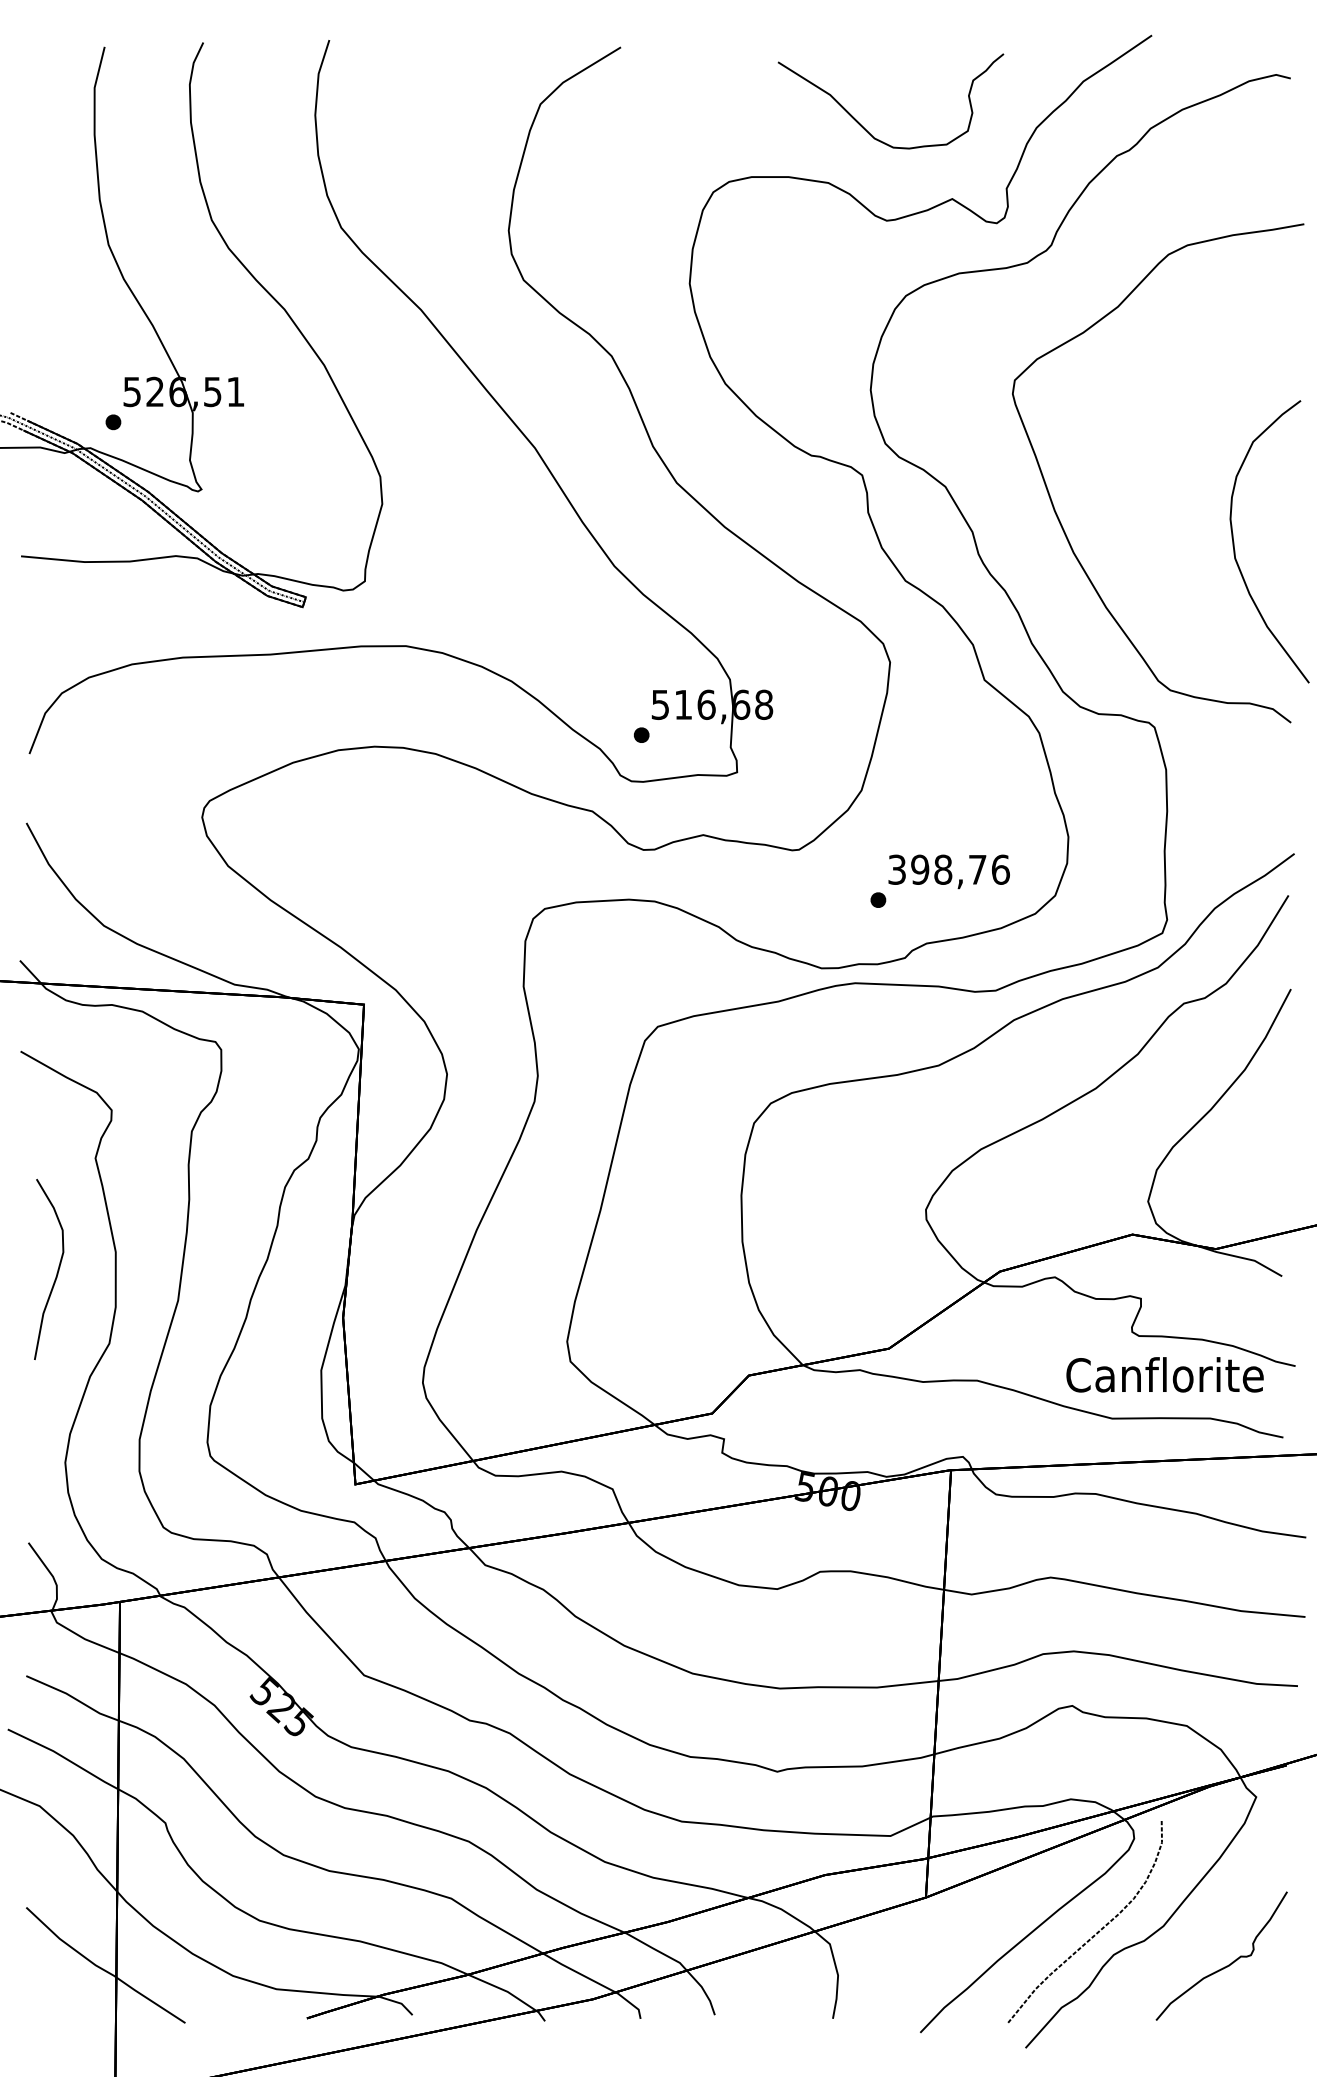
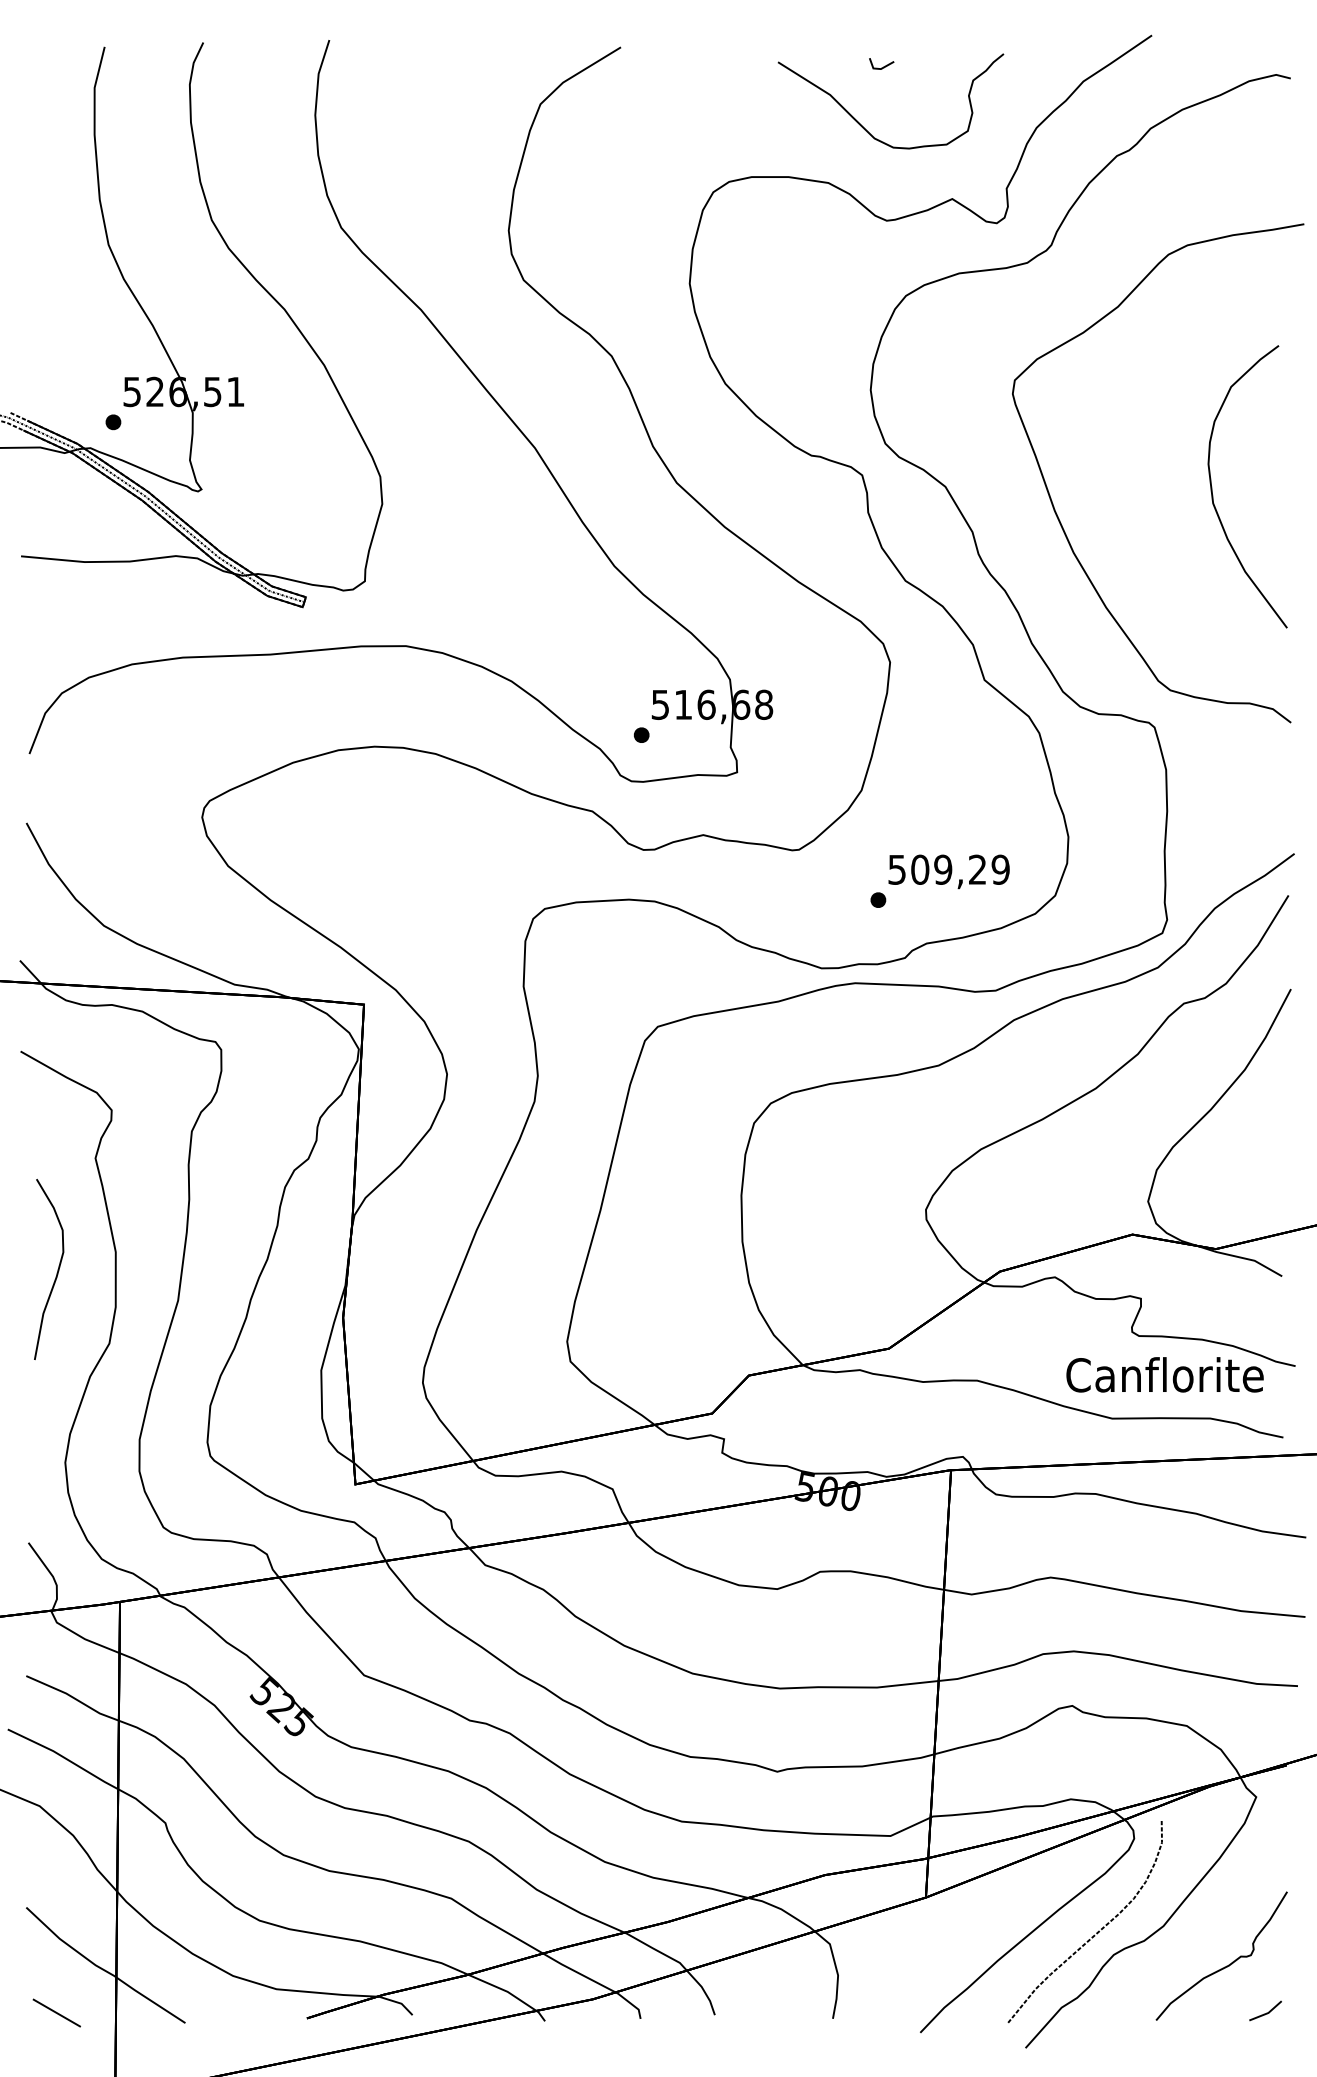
line at (883, 66): none -> present
curve at (1234, 541) position: (1234, 541) -> (1212, 486)
text at (949, 869): 398,76 -> 509,29
line at (56, 2012): none -> present
line at (1266, 2012): none -> present
